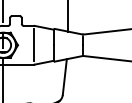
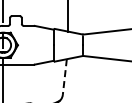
line at (34, 45): present -> none
line at (64, 77): solid -> dashed
